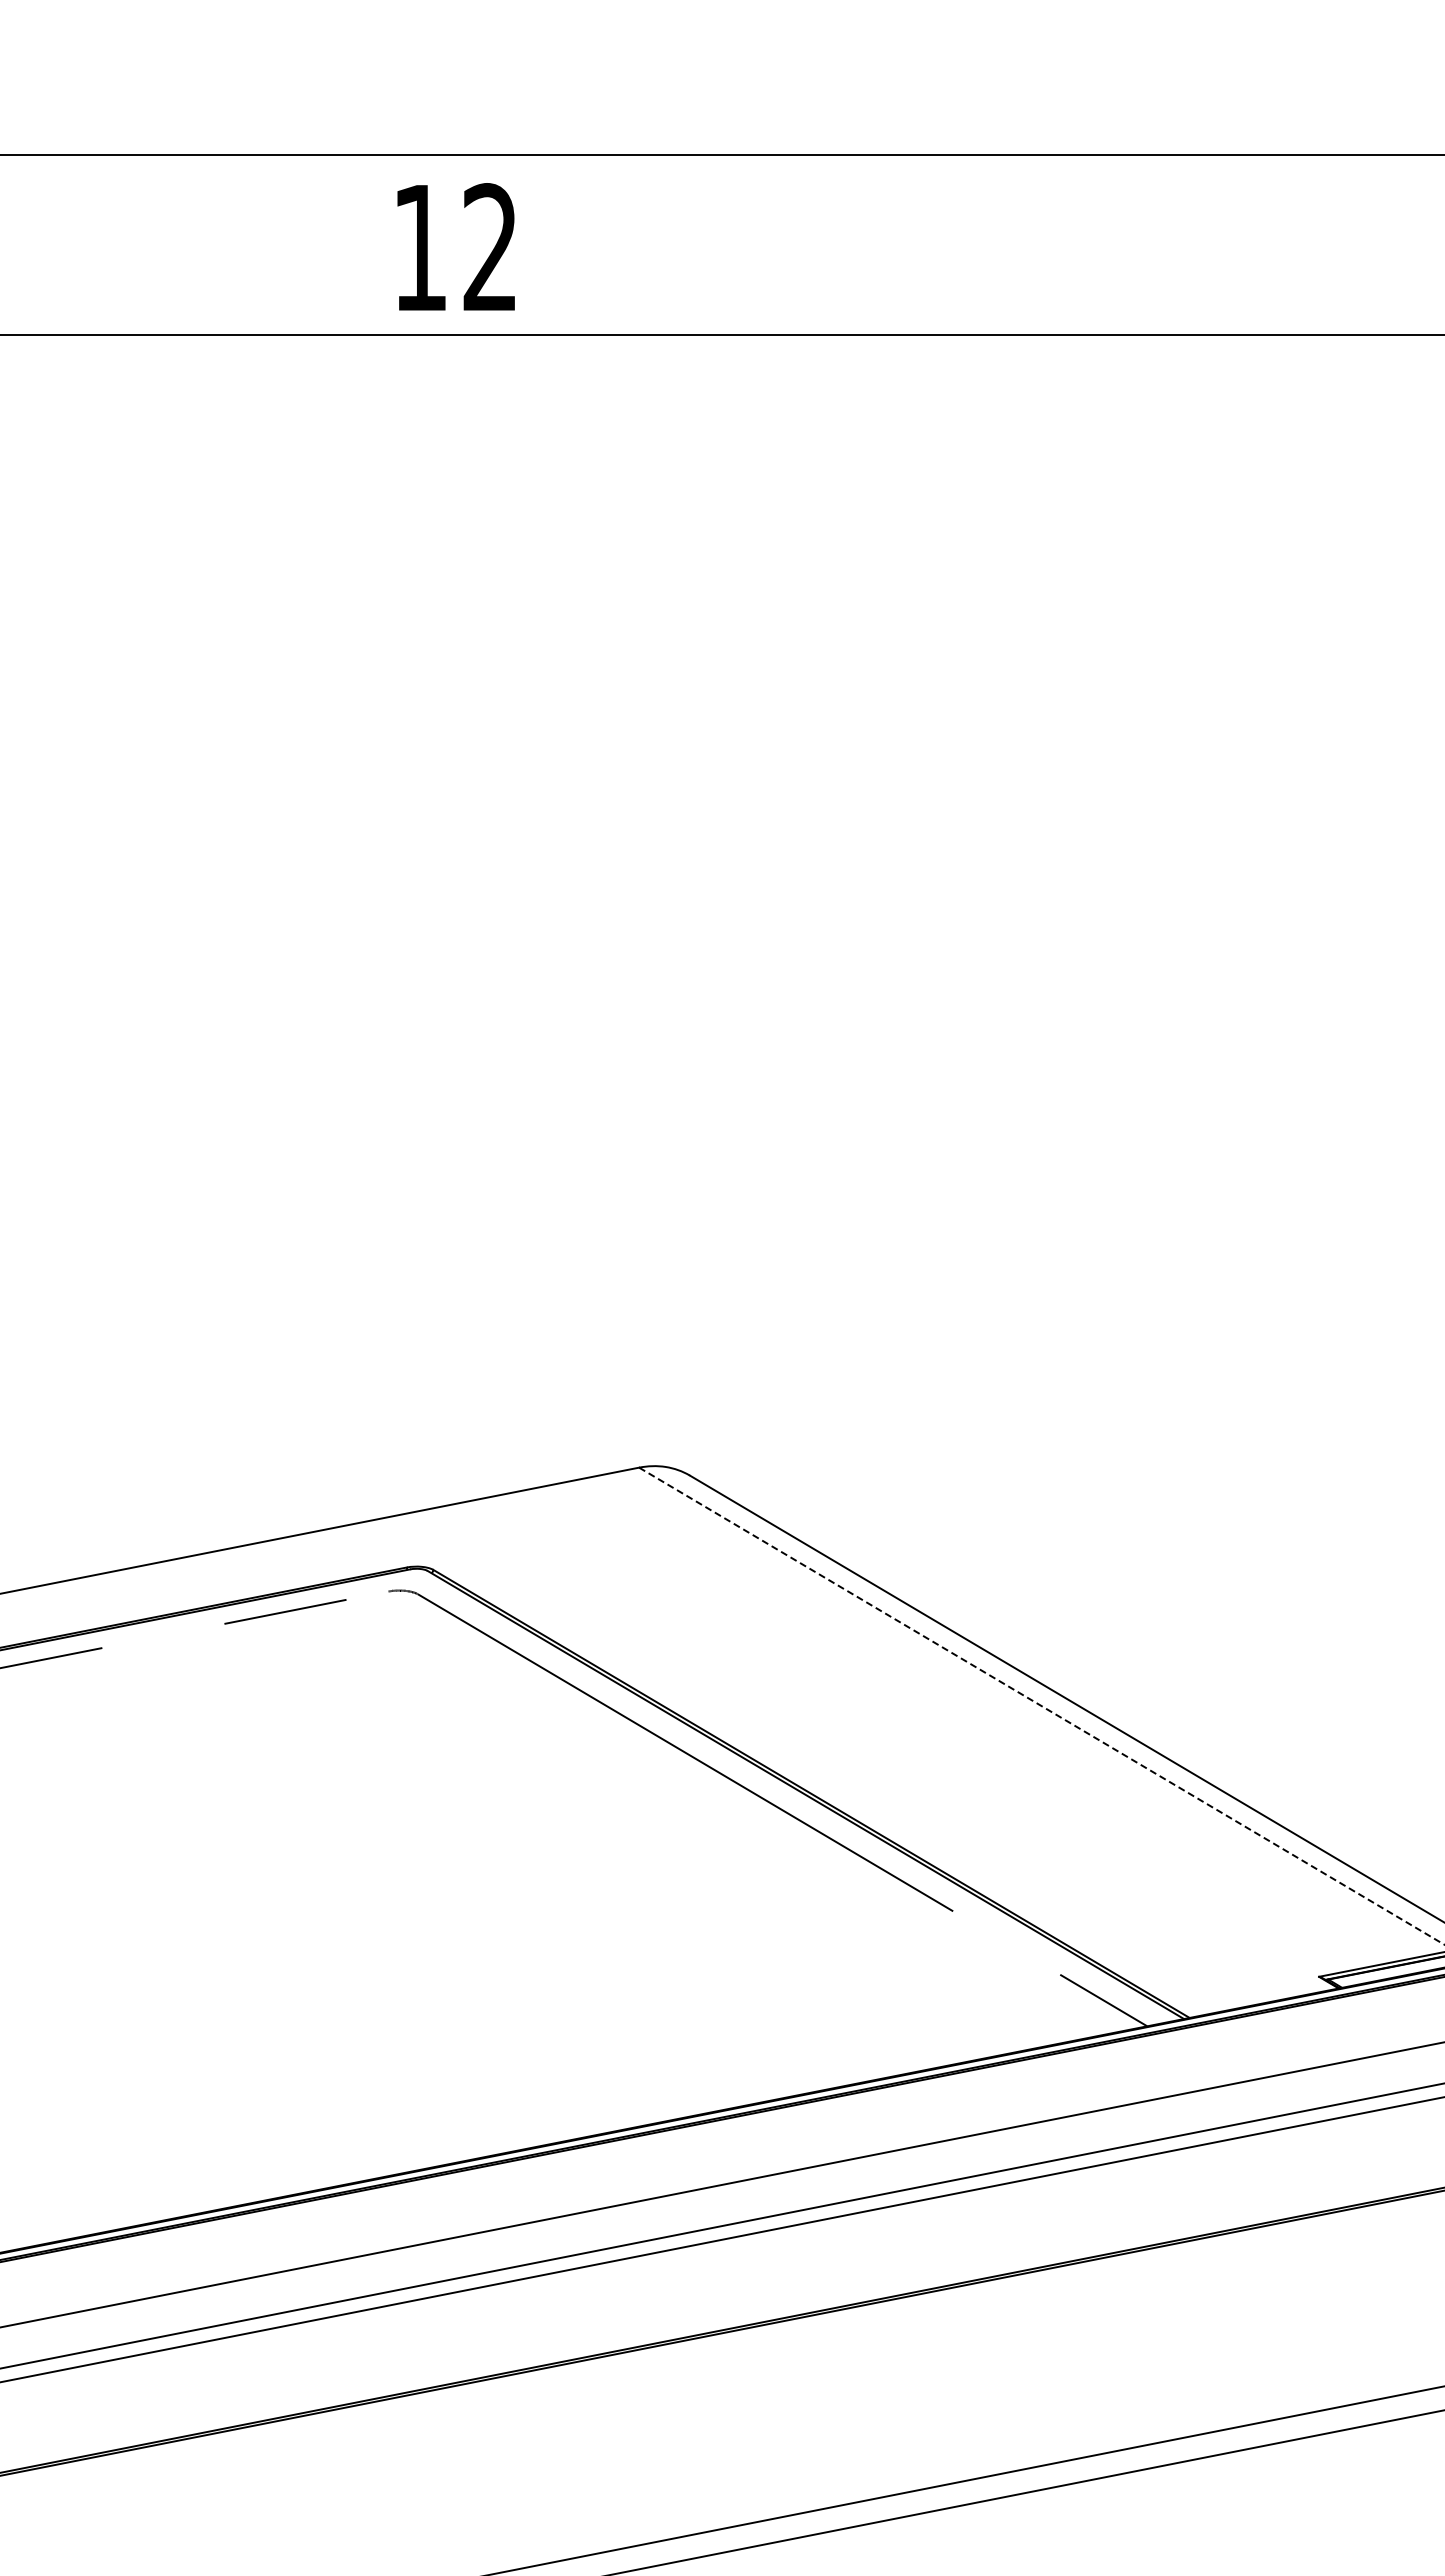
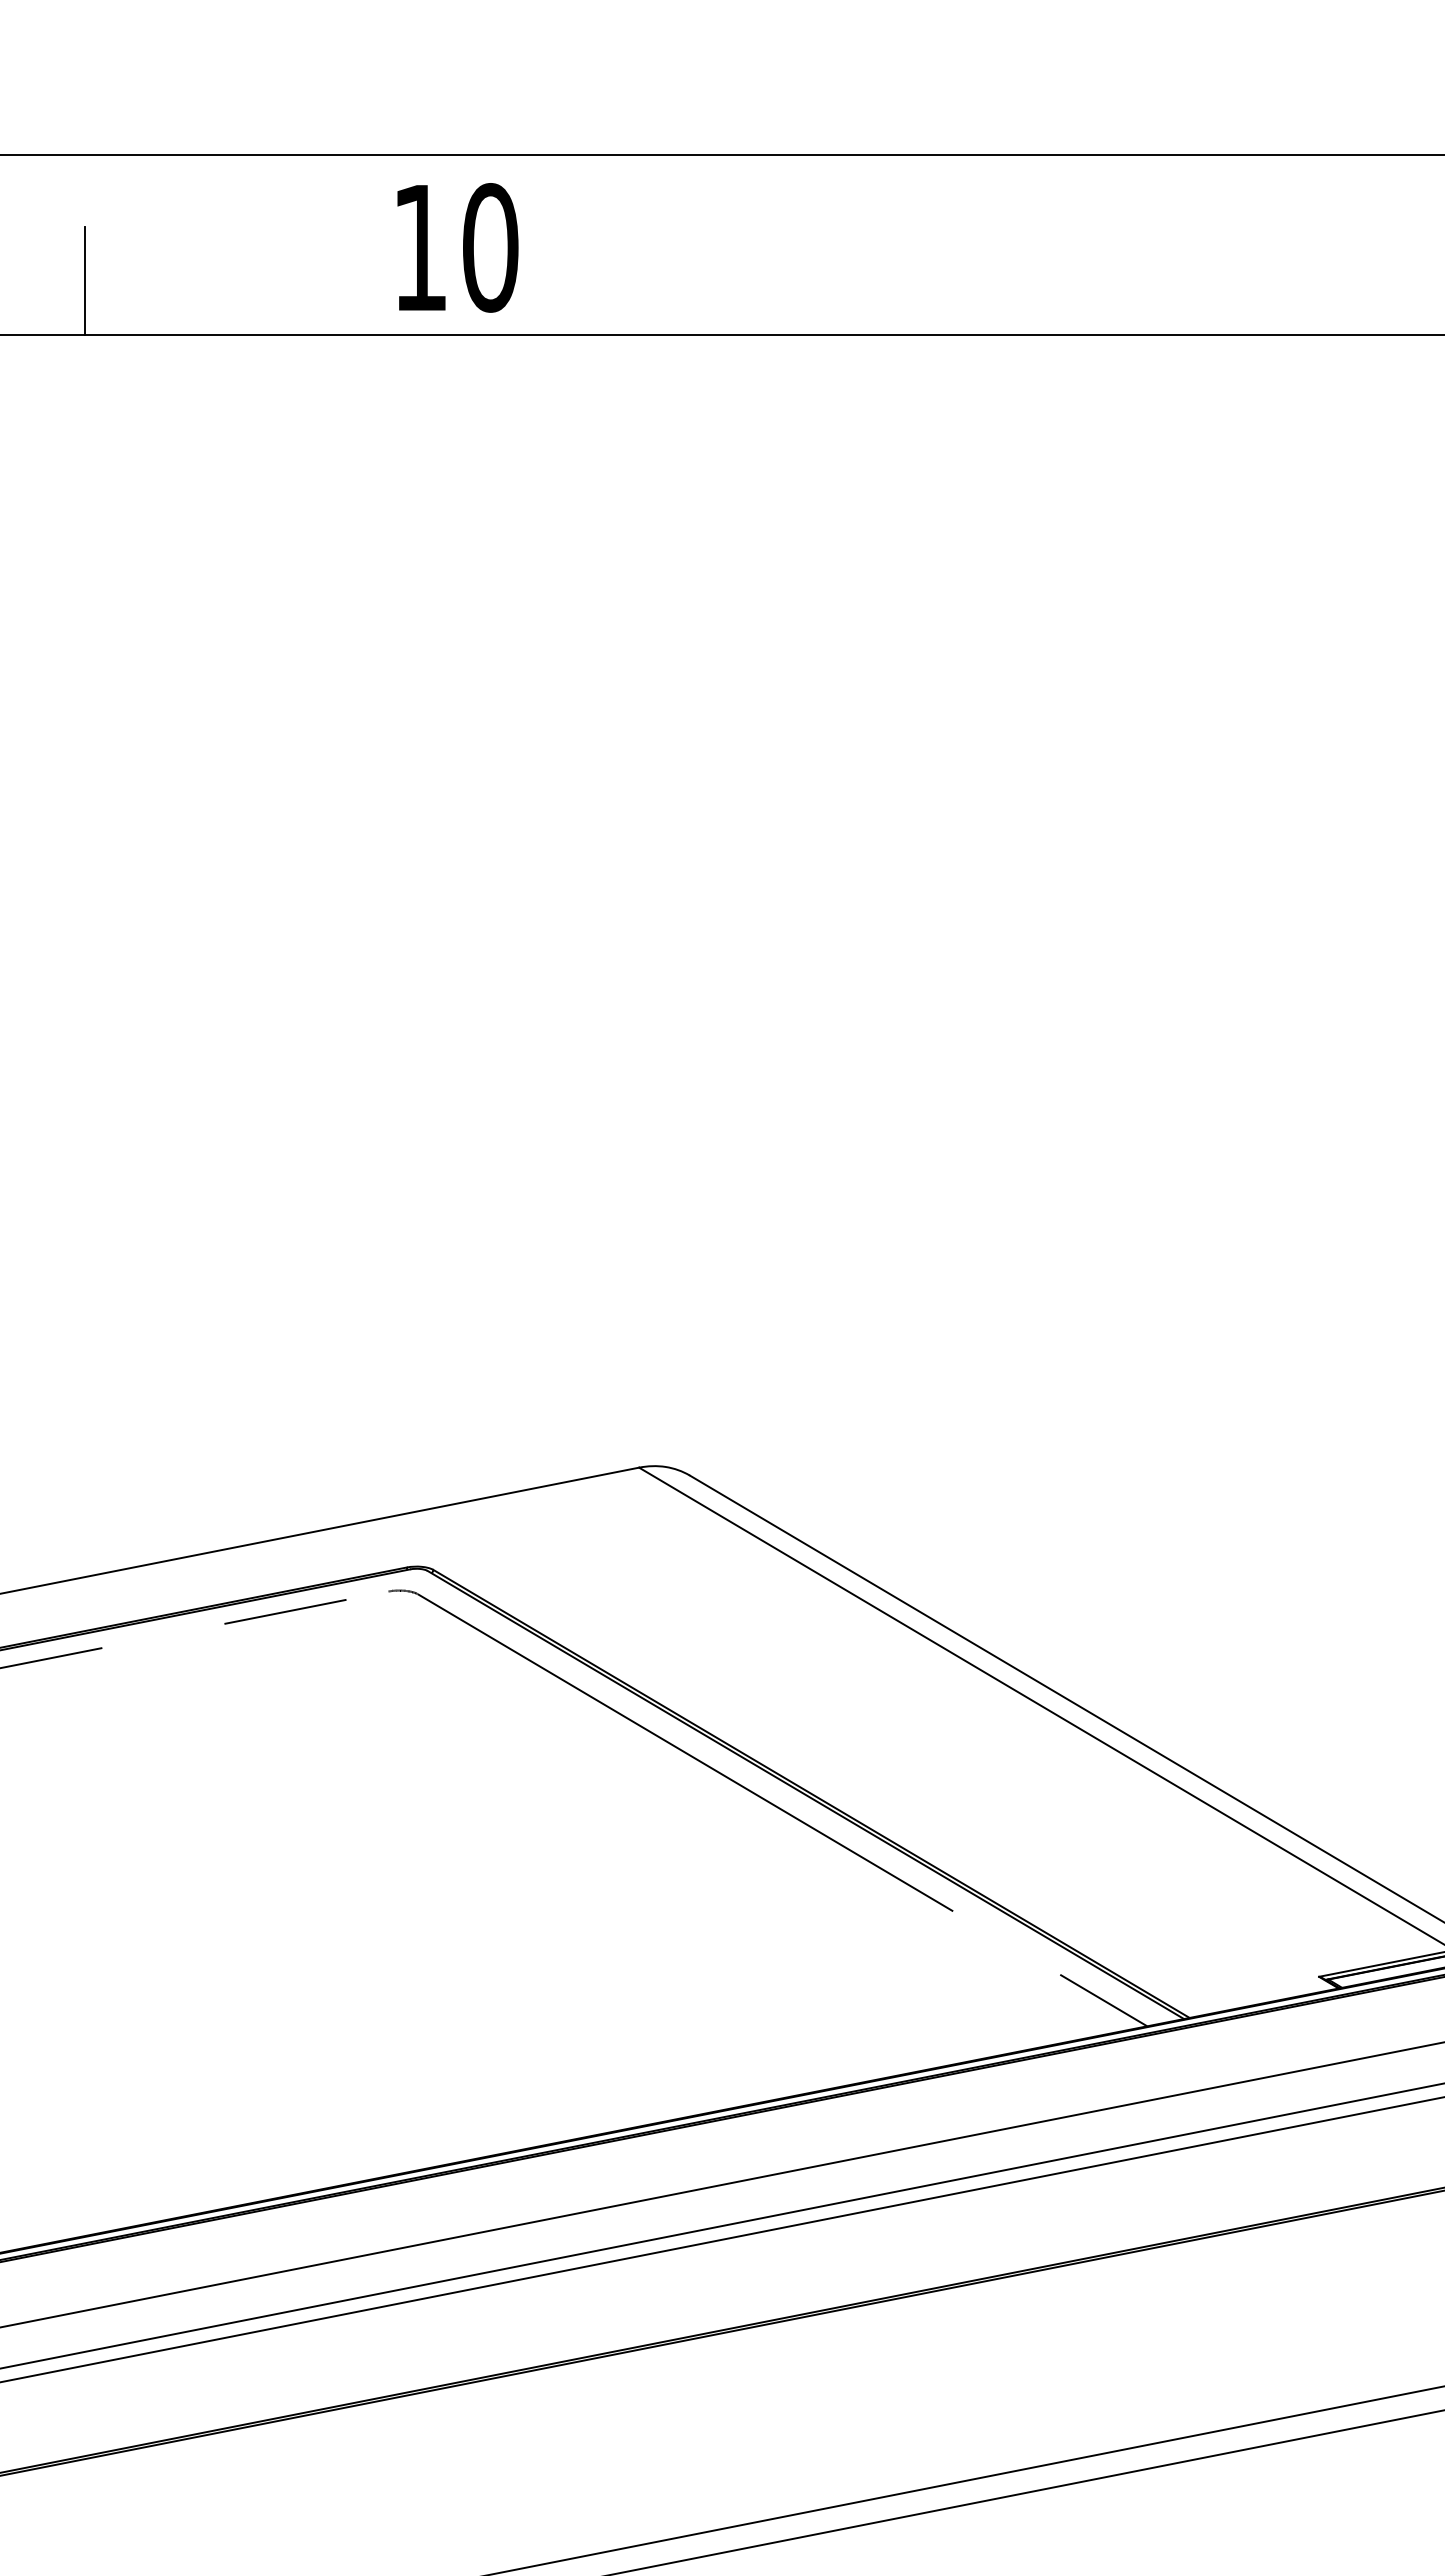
text at (490, 247): 12 -> 10
line at (85, 280): none -> present
line at (1041, 1706): dashed -> solid
